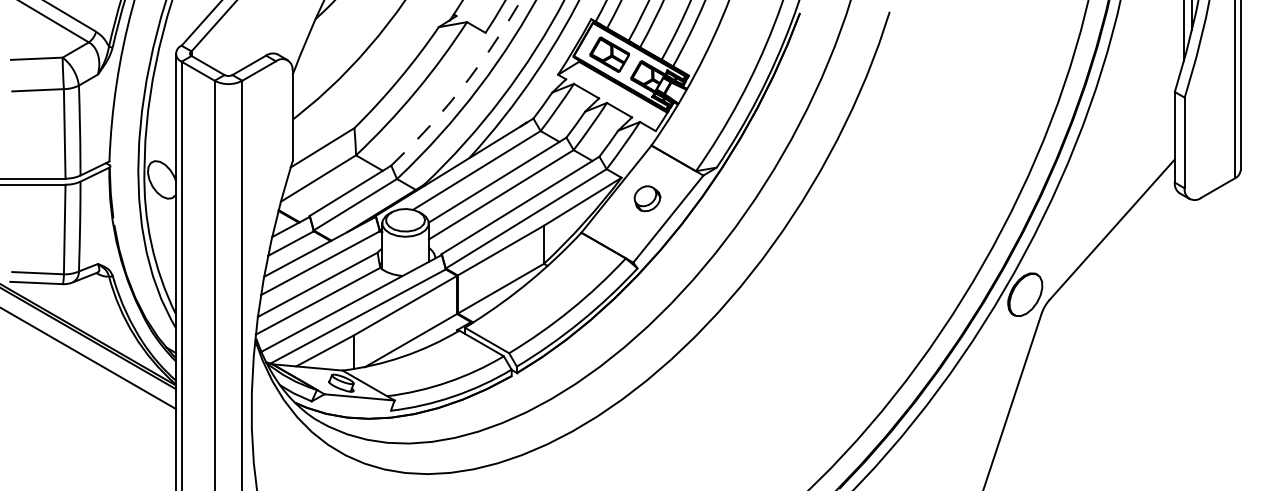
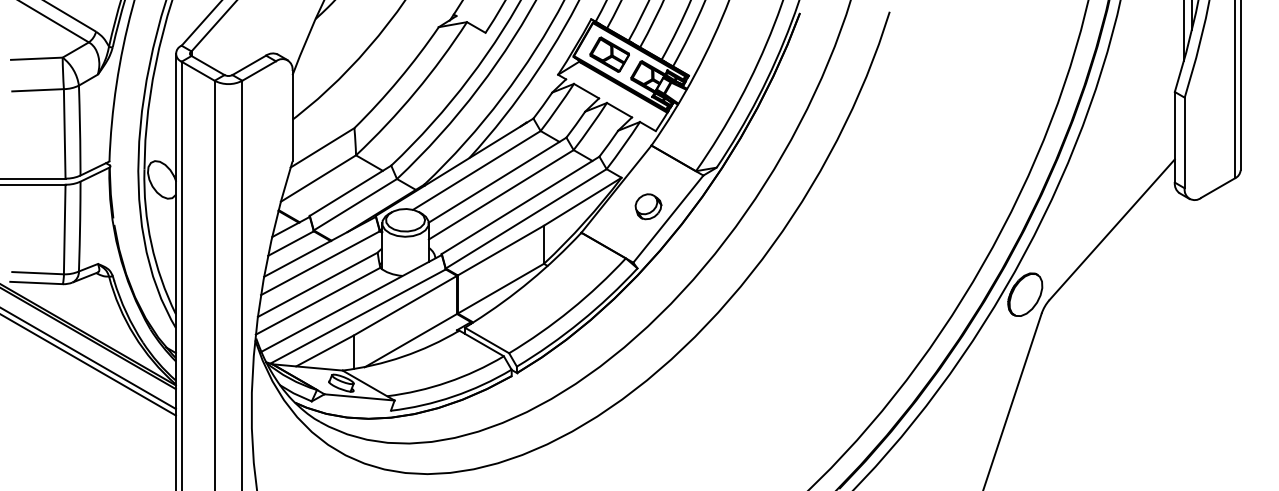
arc at (462, 86): dashed -> solid
part at (647, 198) position: (647, 198) -> (648, 206)
line at (88, 365): none -> present
